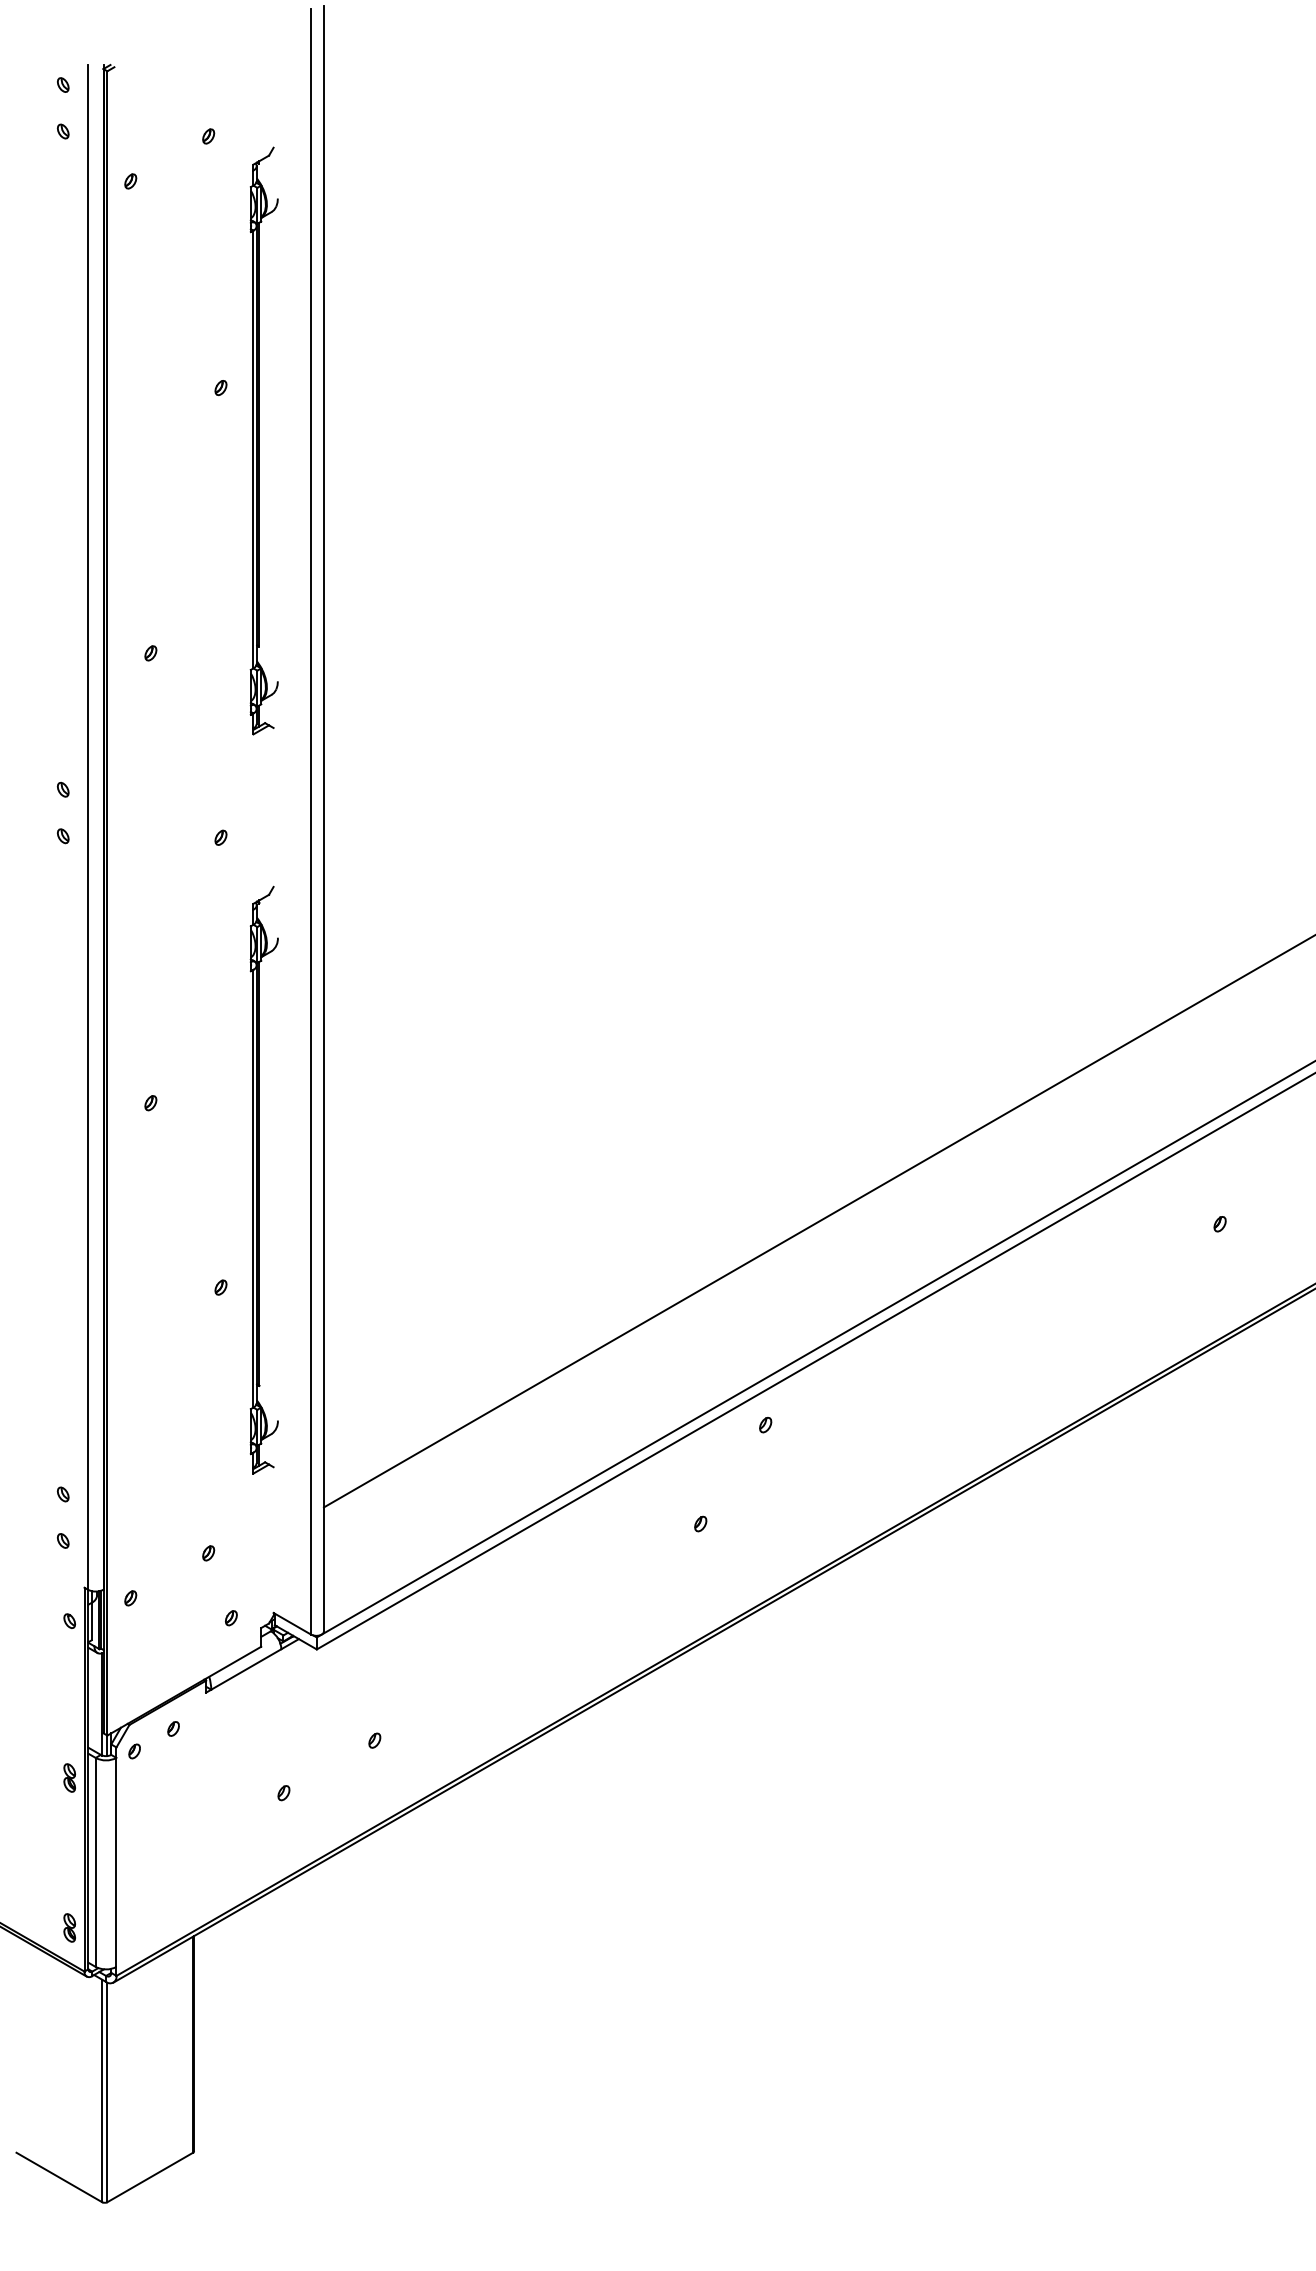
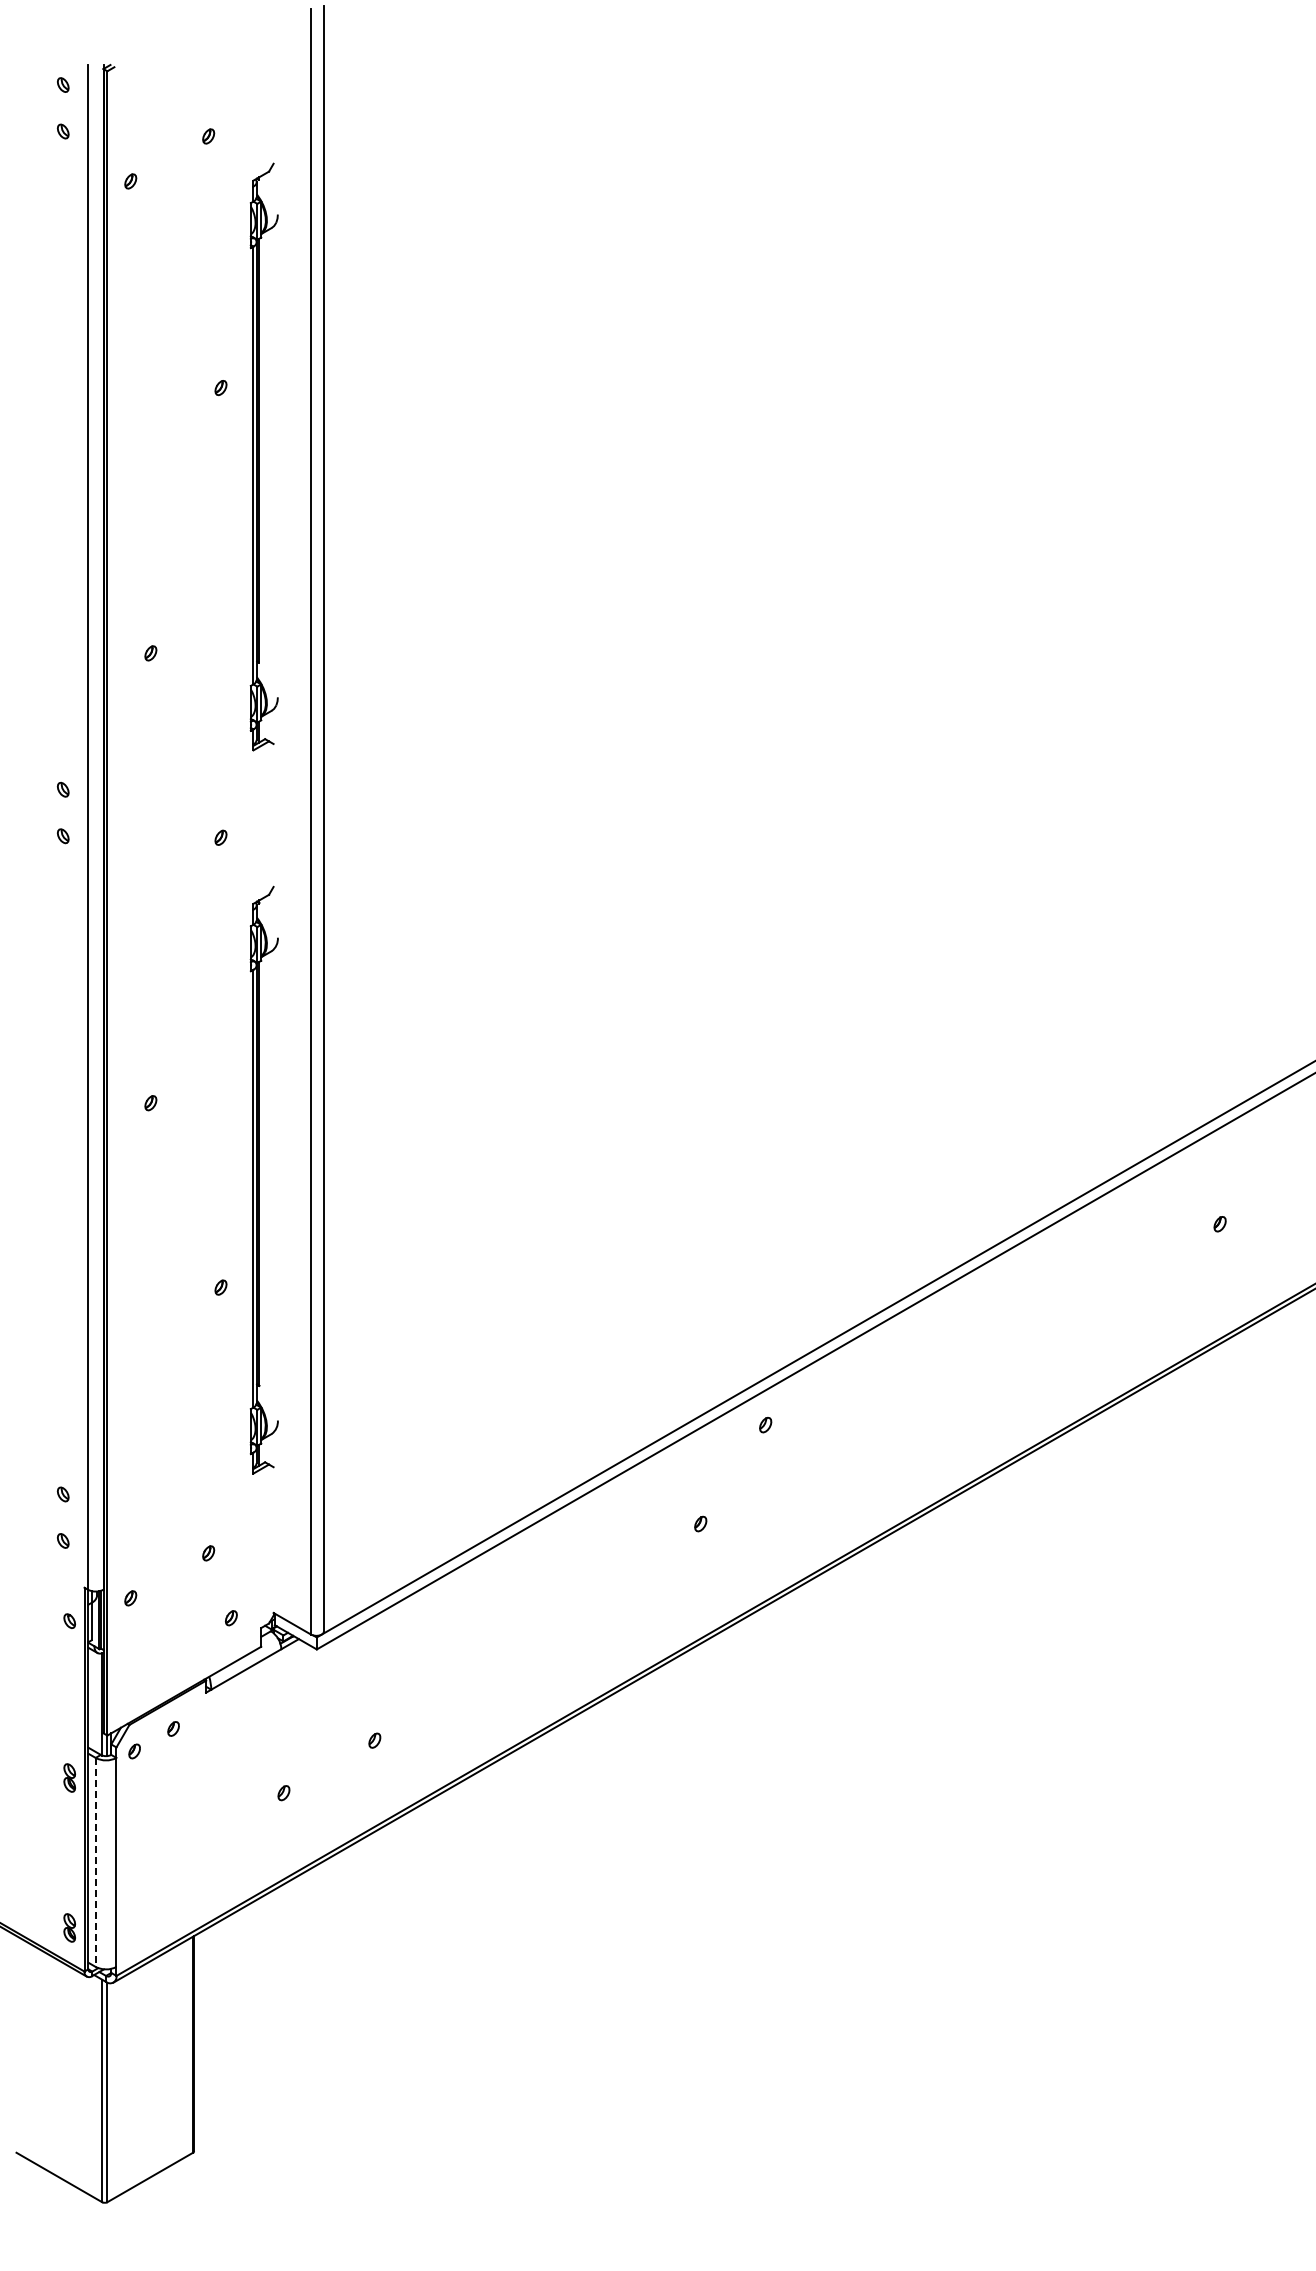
part at (263, 440) position: (263, 440) -> (263, 456)
line at (817, 1221): present -> none
line at (95, 1862): solid -> dashed
